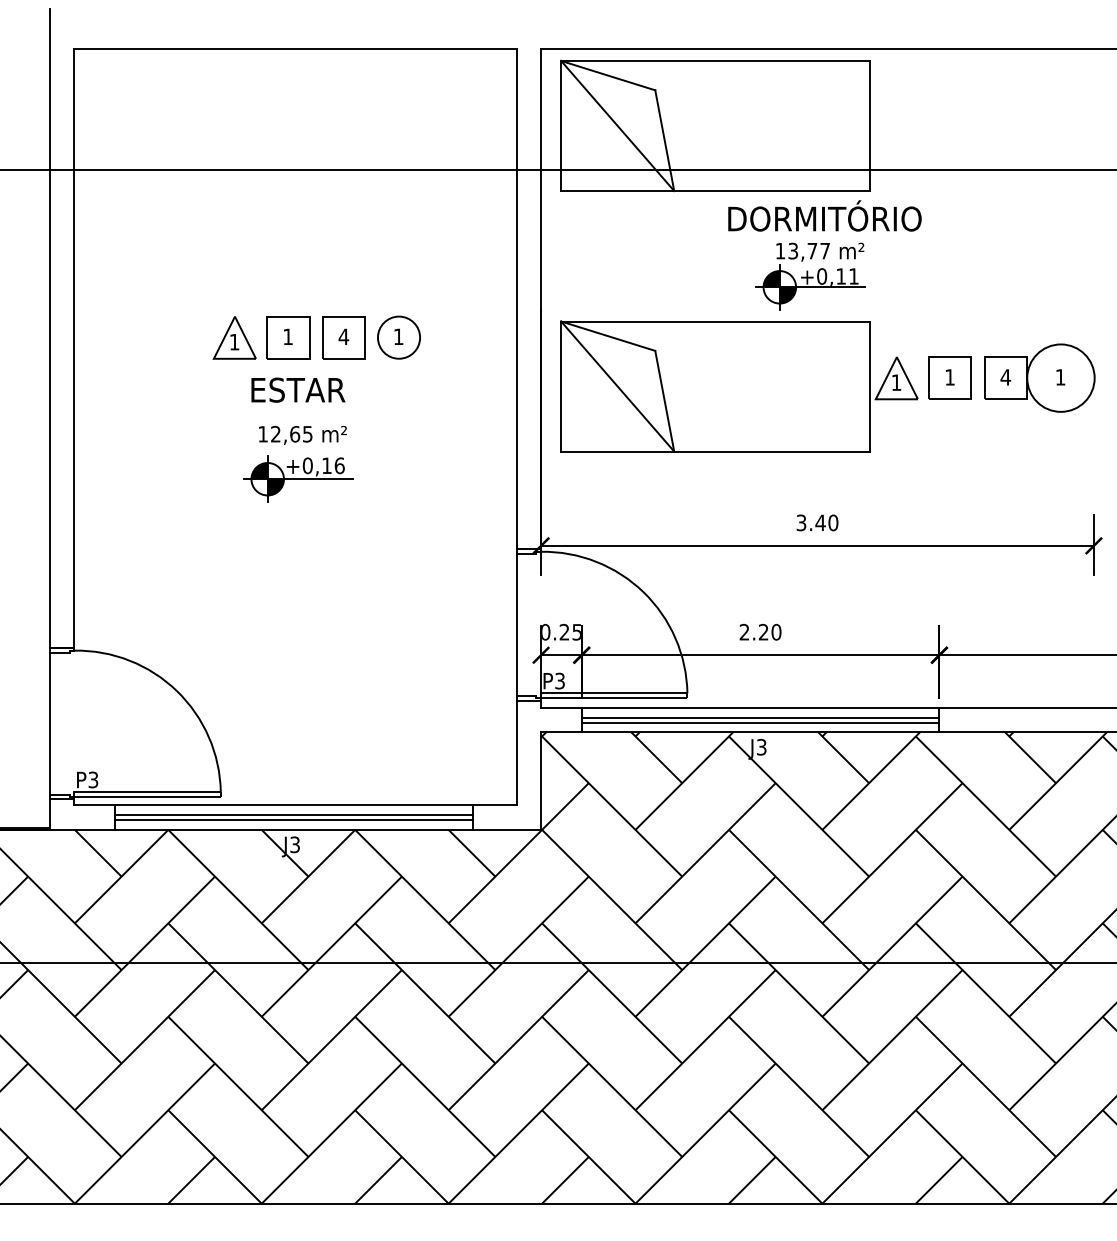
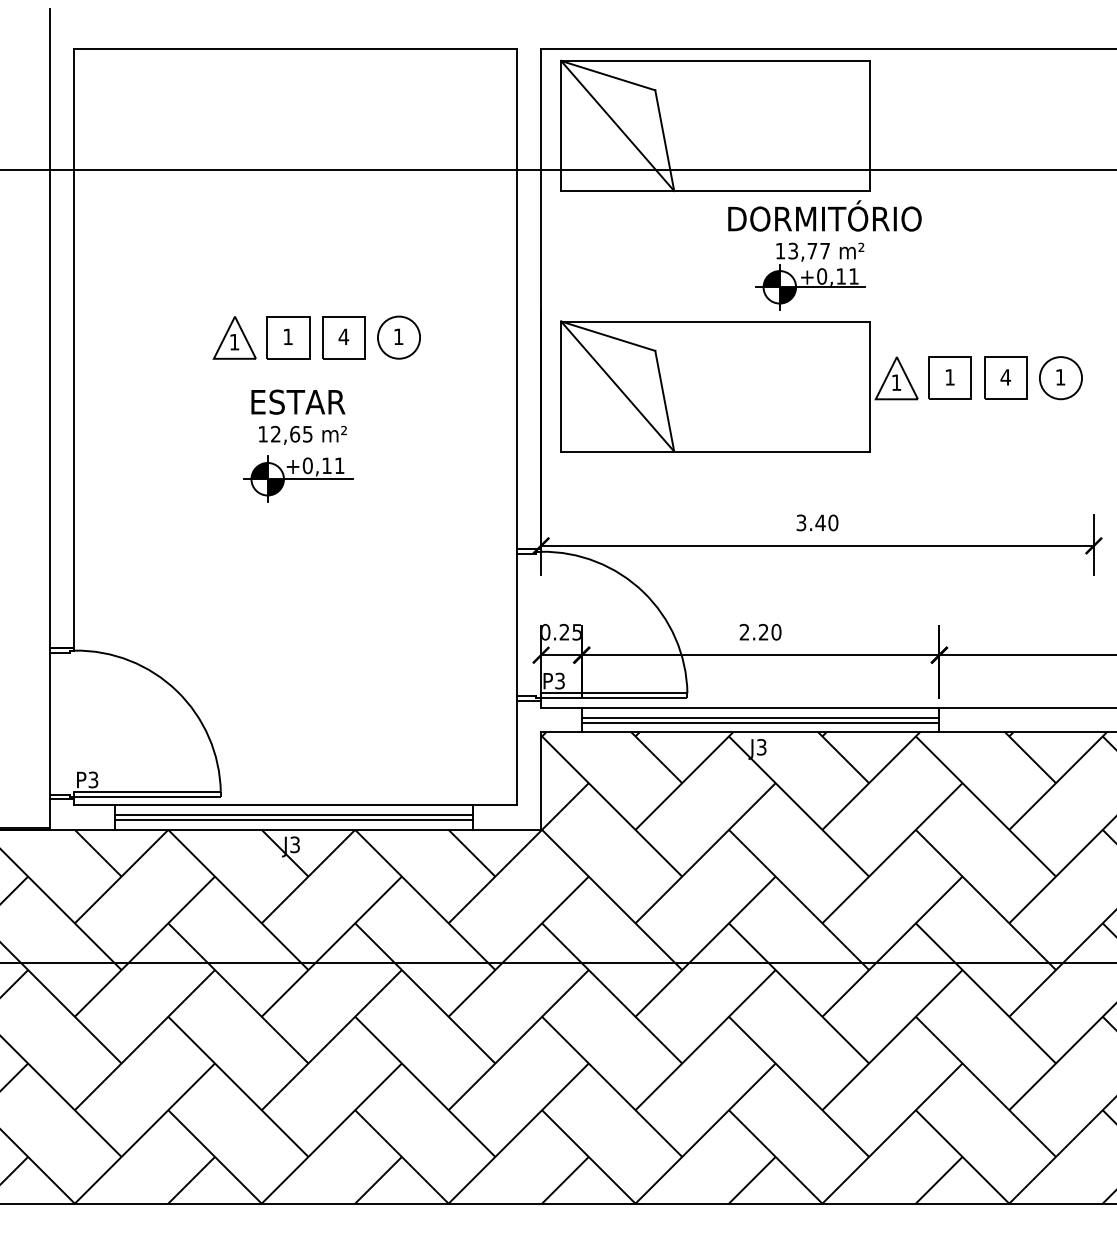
circle at (1060, 377) diameter: 67 px -> 42 px
text at (298, 389) position: (298, 389) -> (298, 401)
text at (339, 465): +0,16 -> +0,11
